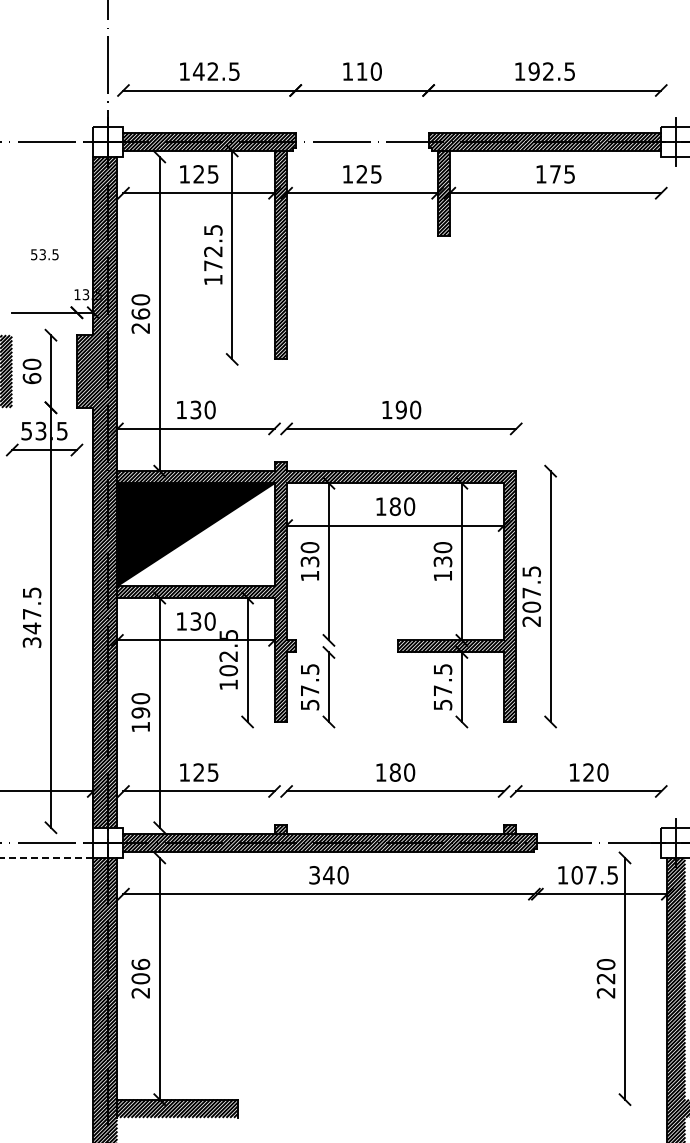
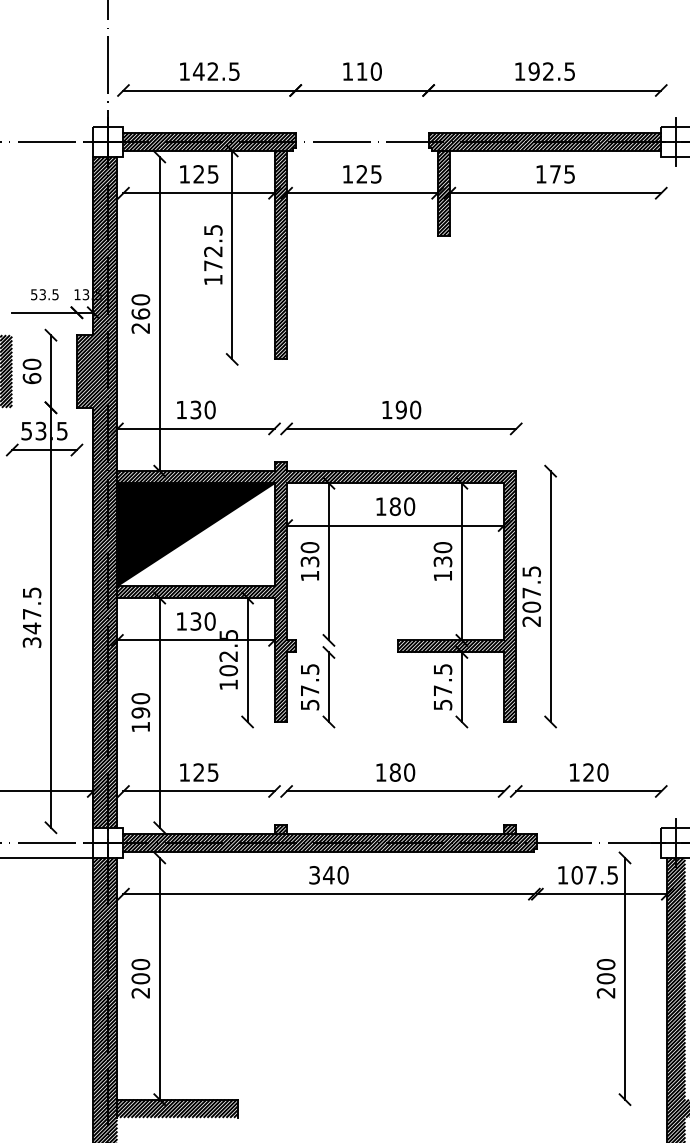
text at (44, 254) position: (44, 254) -> (44, 294)
line at (46, 857): dashed -> solid
text at (140, 964): 206 -> 200
text at (605, 978): 220 -> 200
